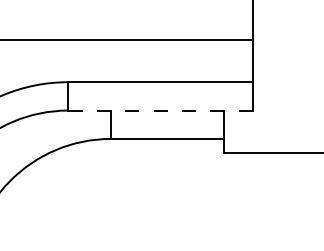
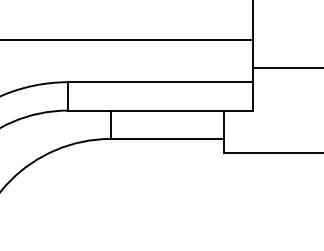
line at (286, 68): none -> present
line at (161, 110): dashed -> solid
